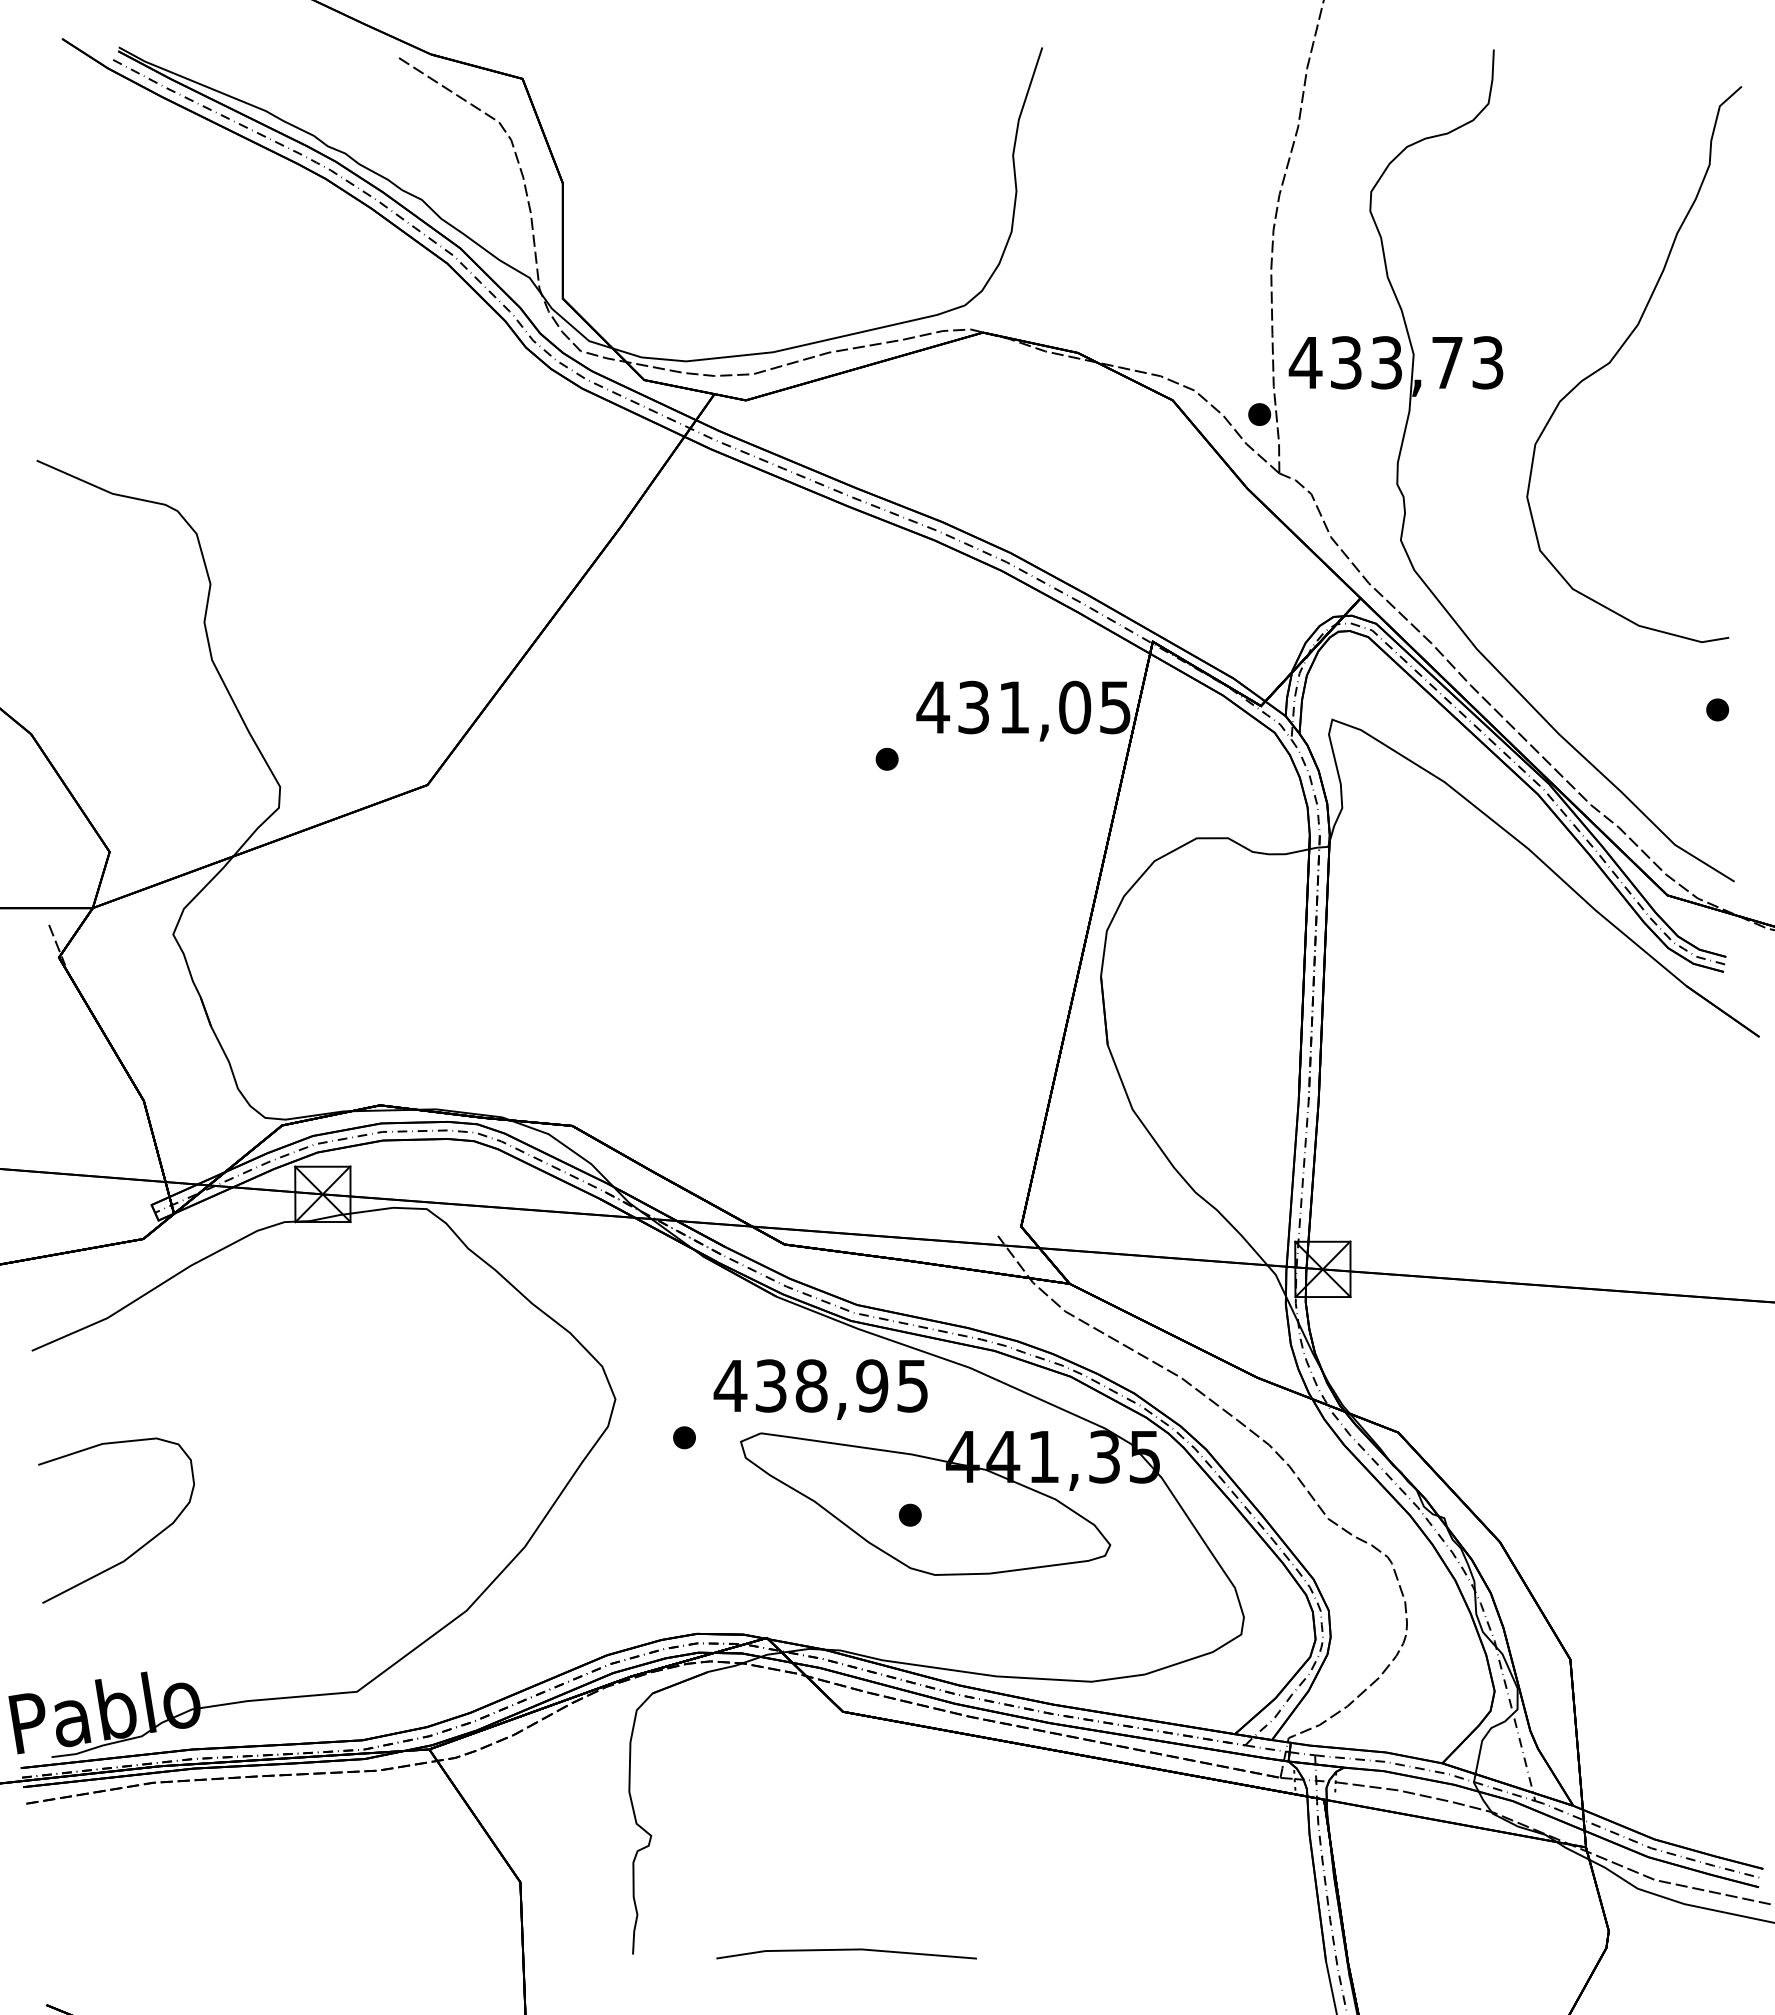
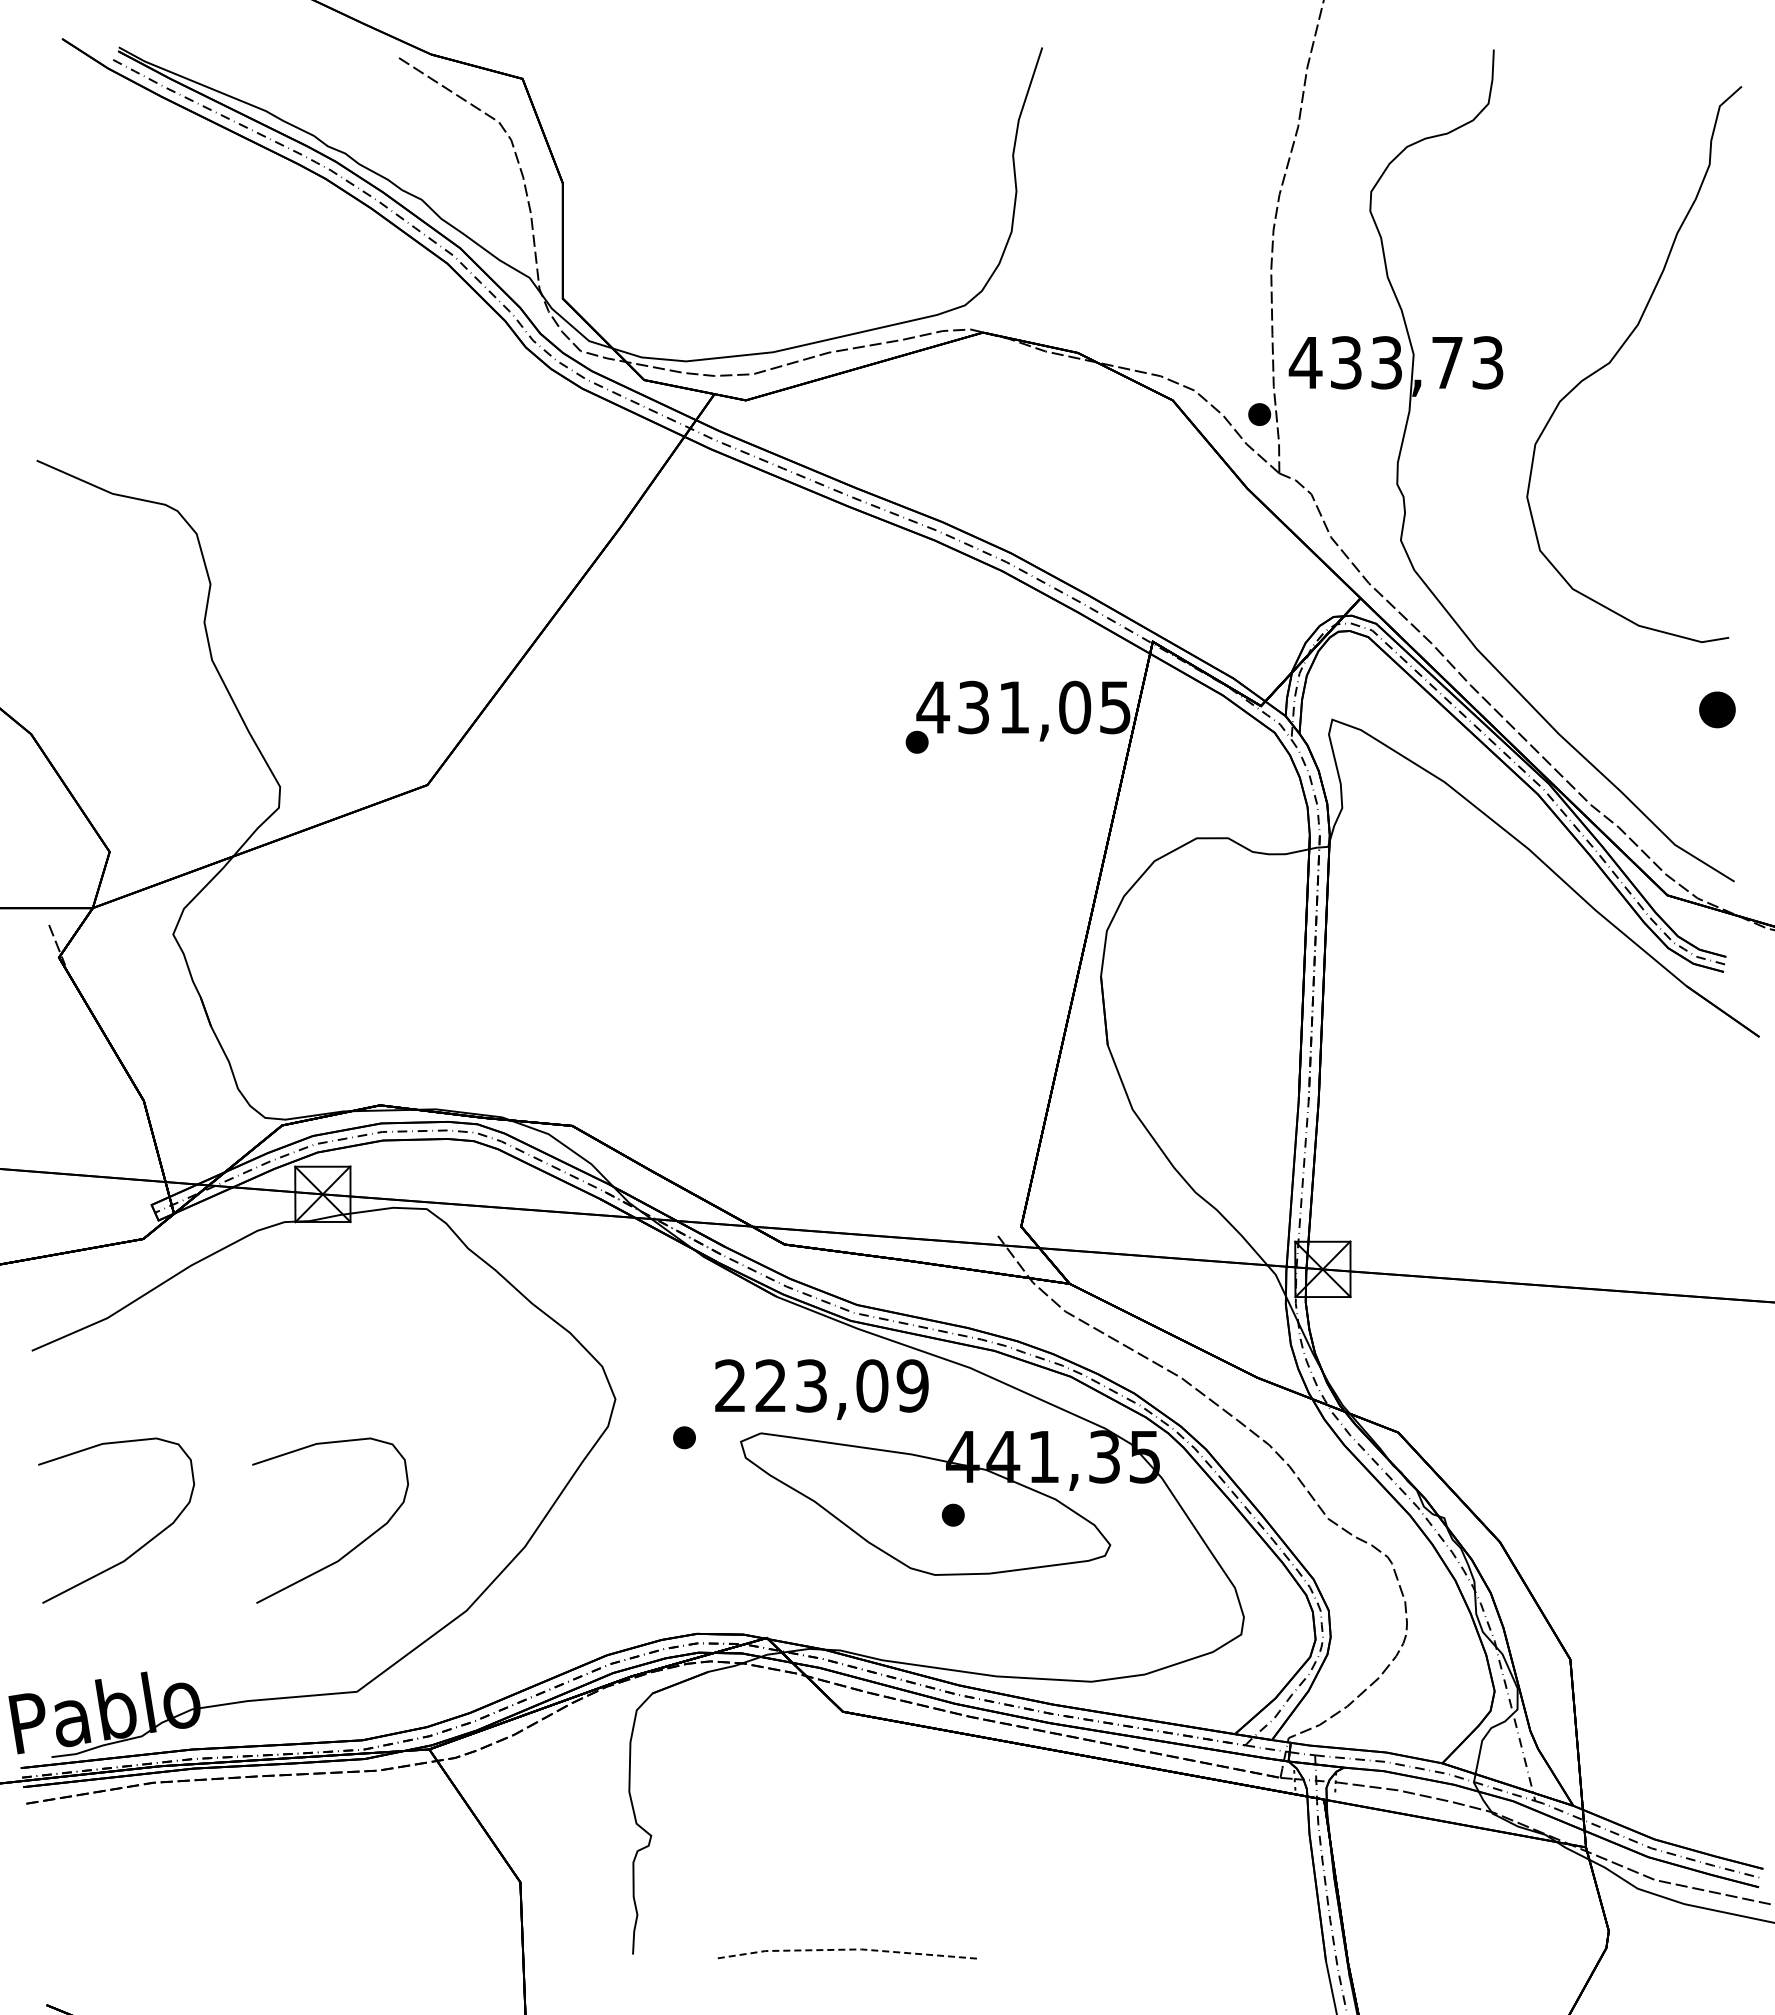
part at (1717, 709) size: 24x24 px -> 37x38 px
part at (886, 758) position: (886, 758) -> (916, 741)
text at (820, 1385): 438,95 -> 223,09
part at (909, 1514) position: (909, 1514) -> (952, 1514)
curve at (352, 1548): none -> present
line at (846, 1949): solid -> dashed
